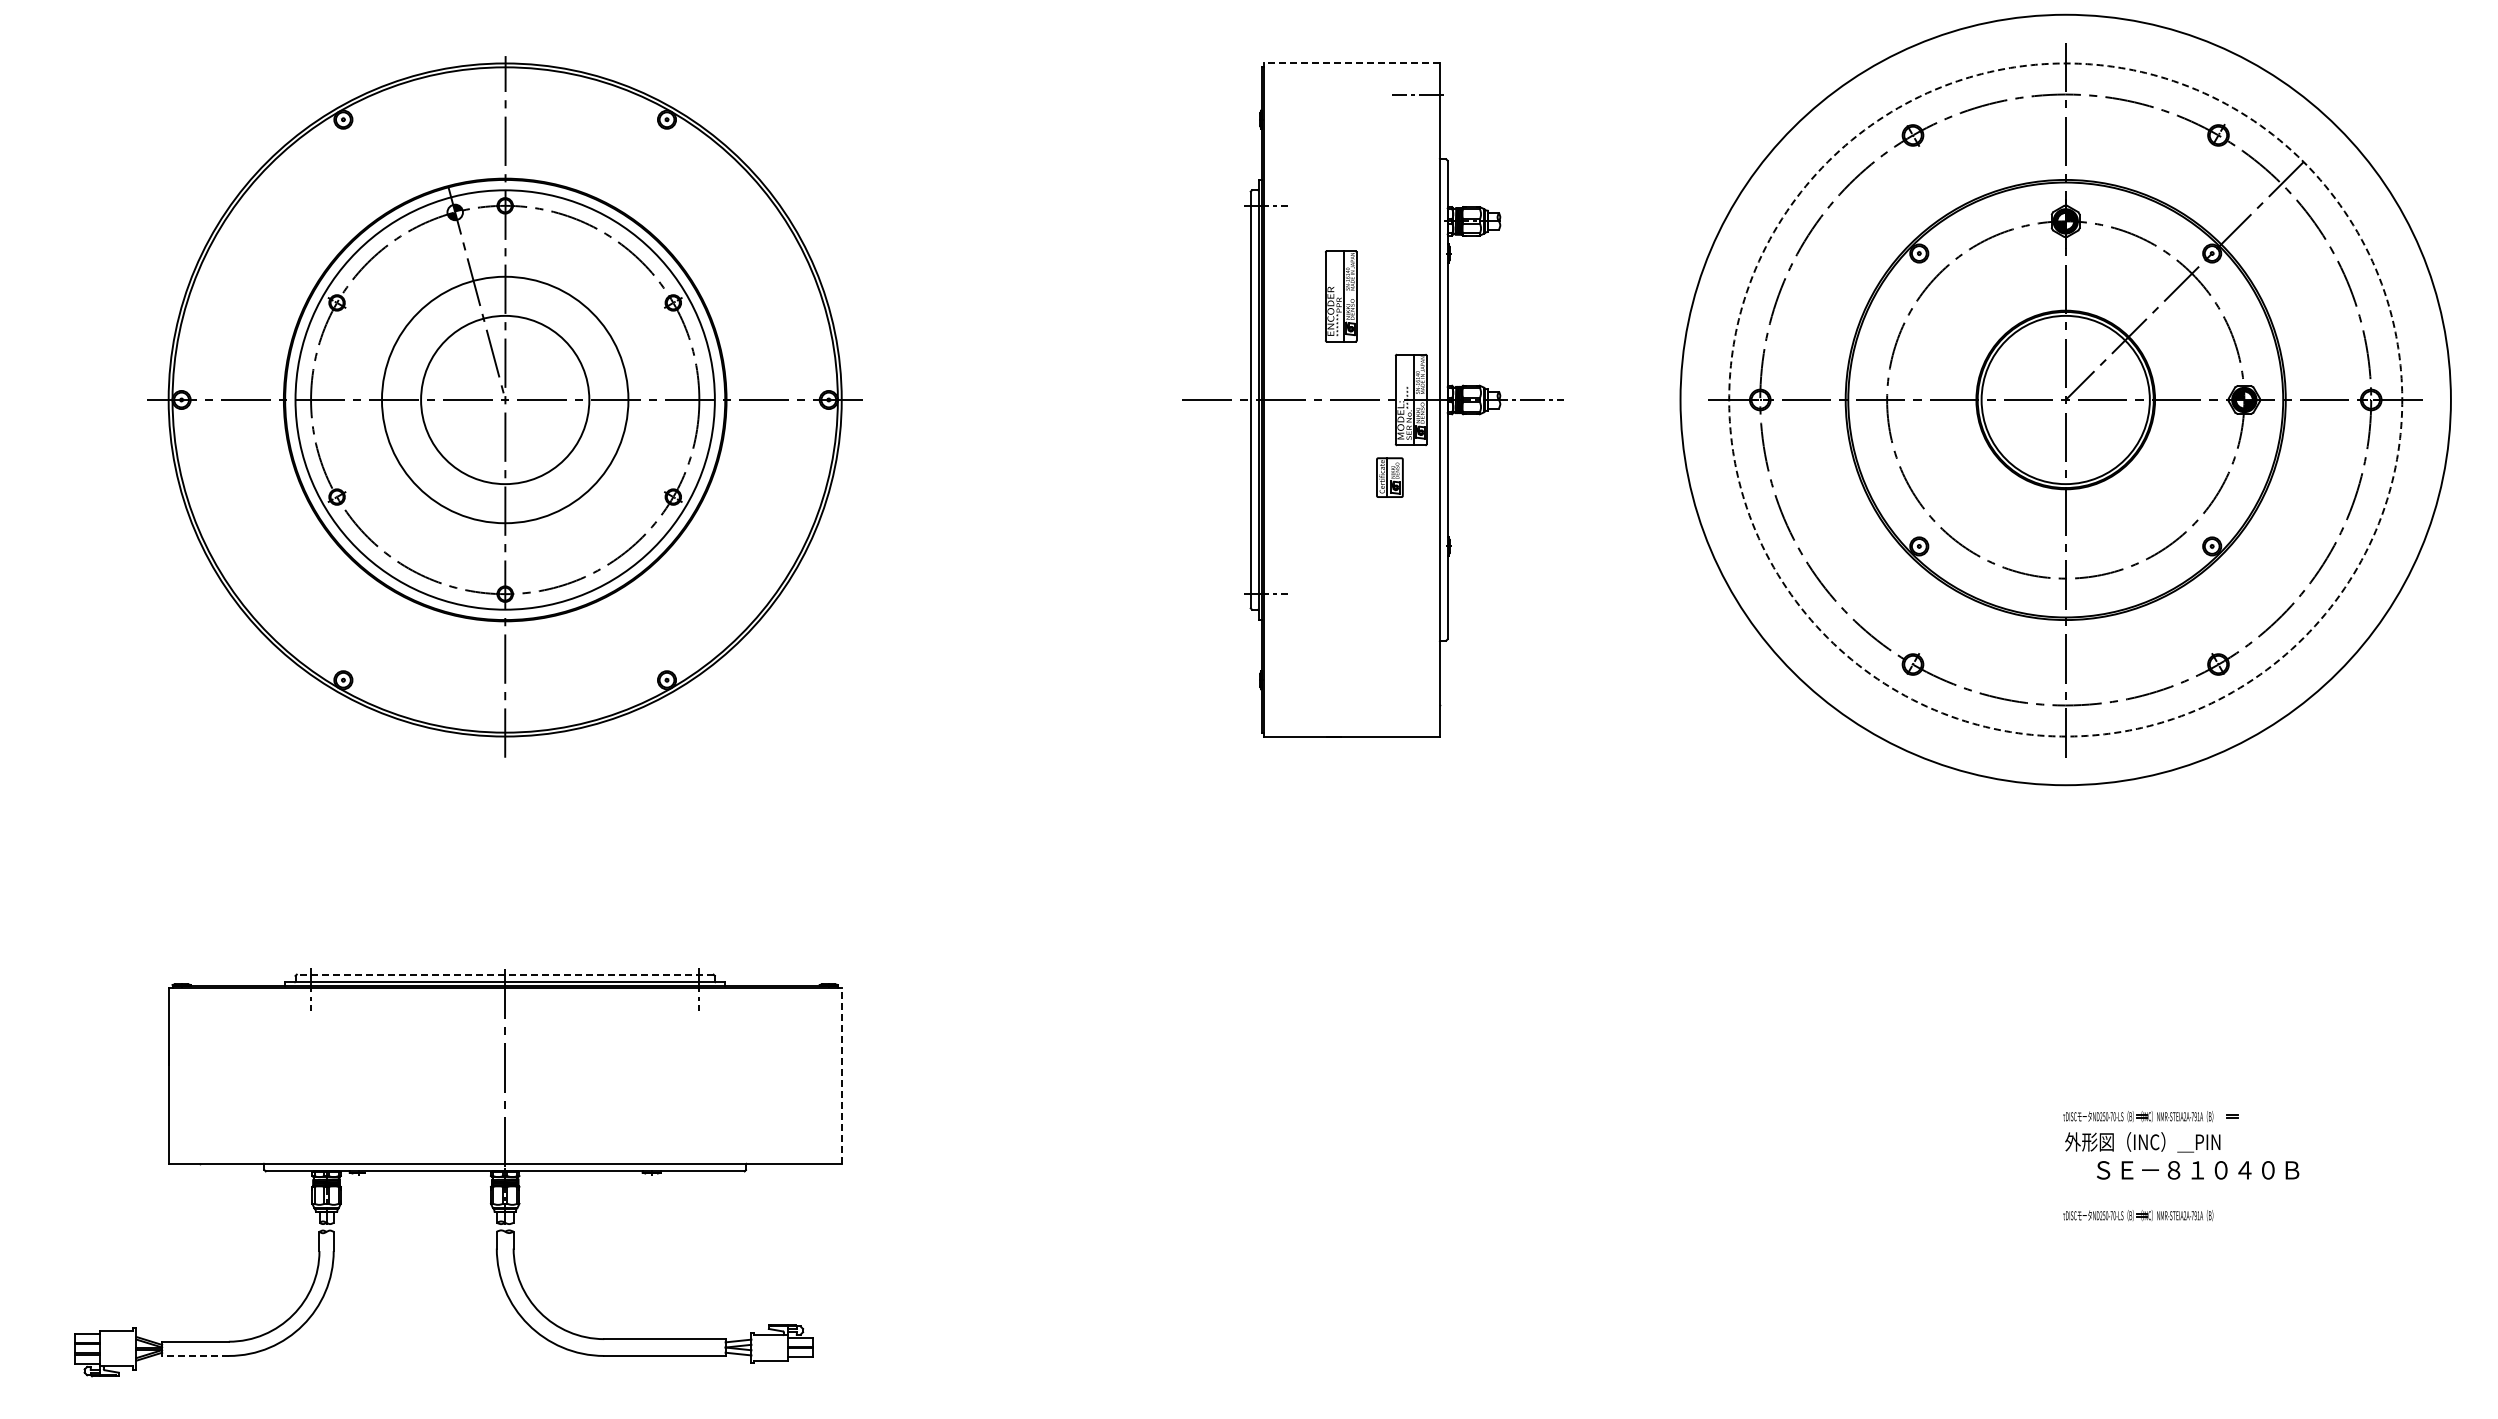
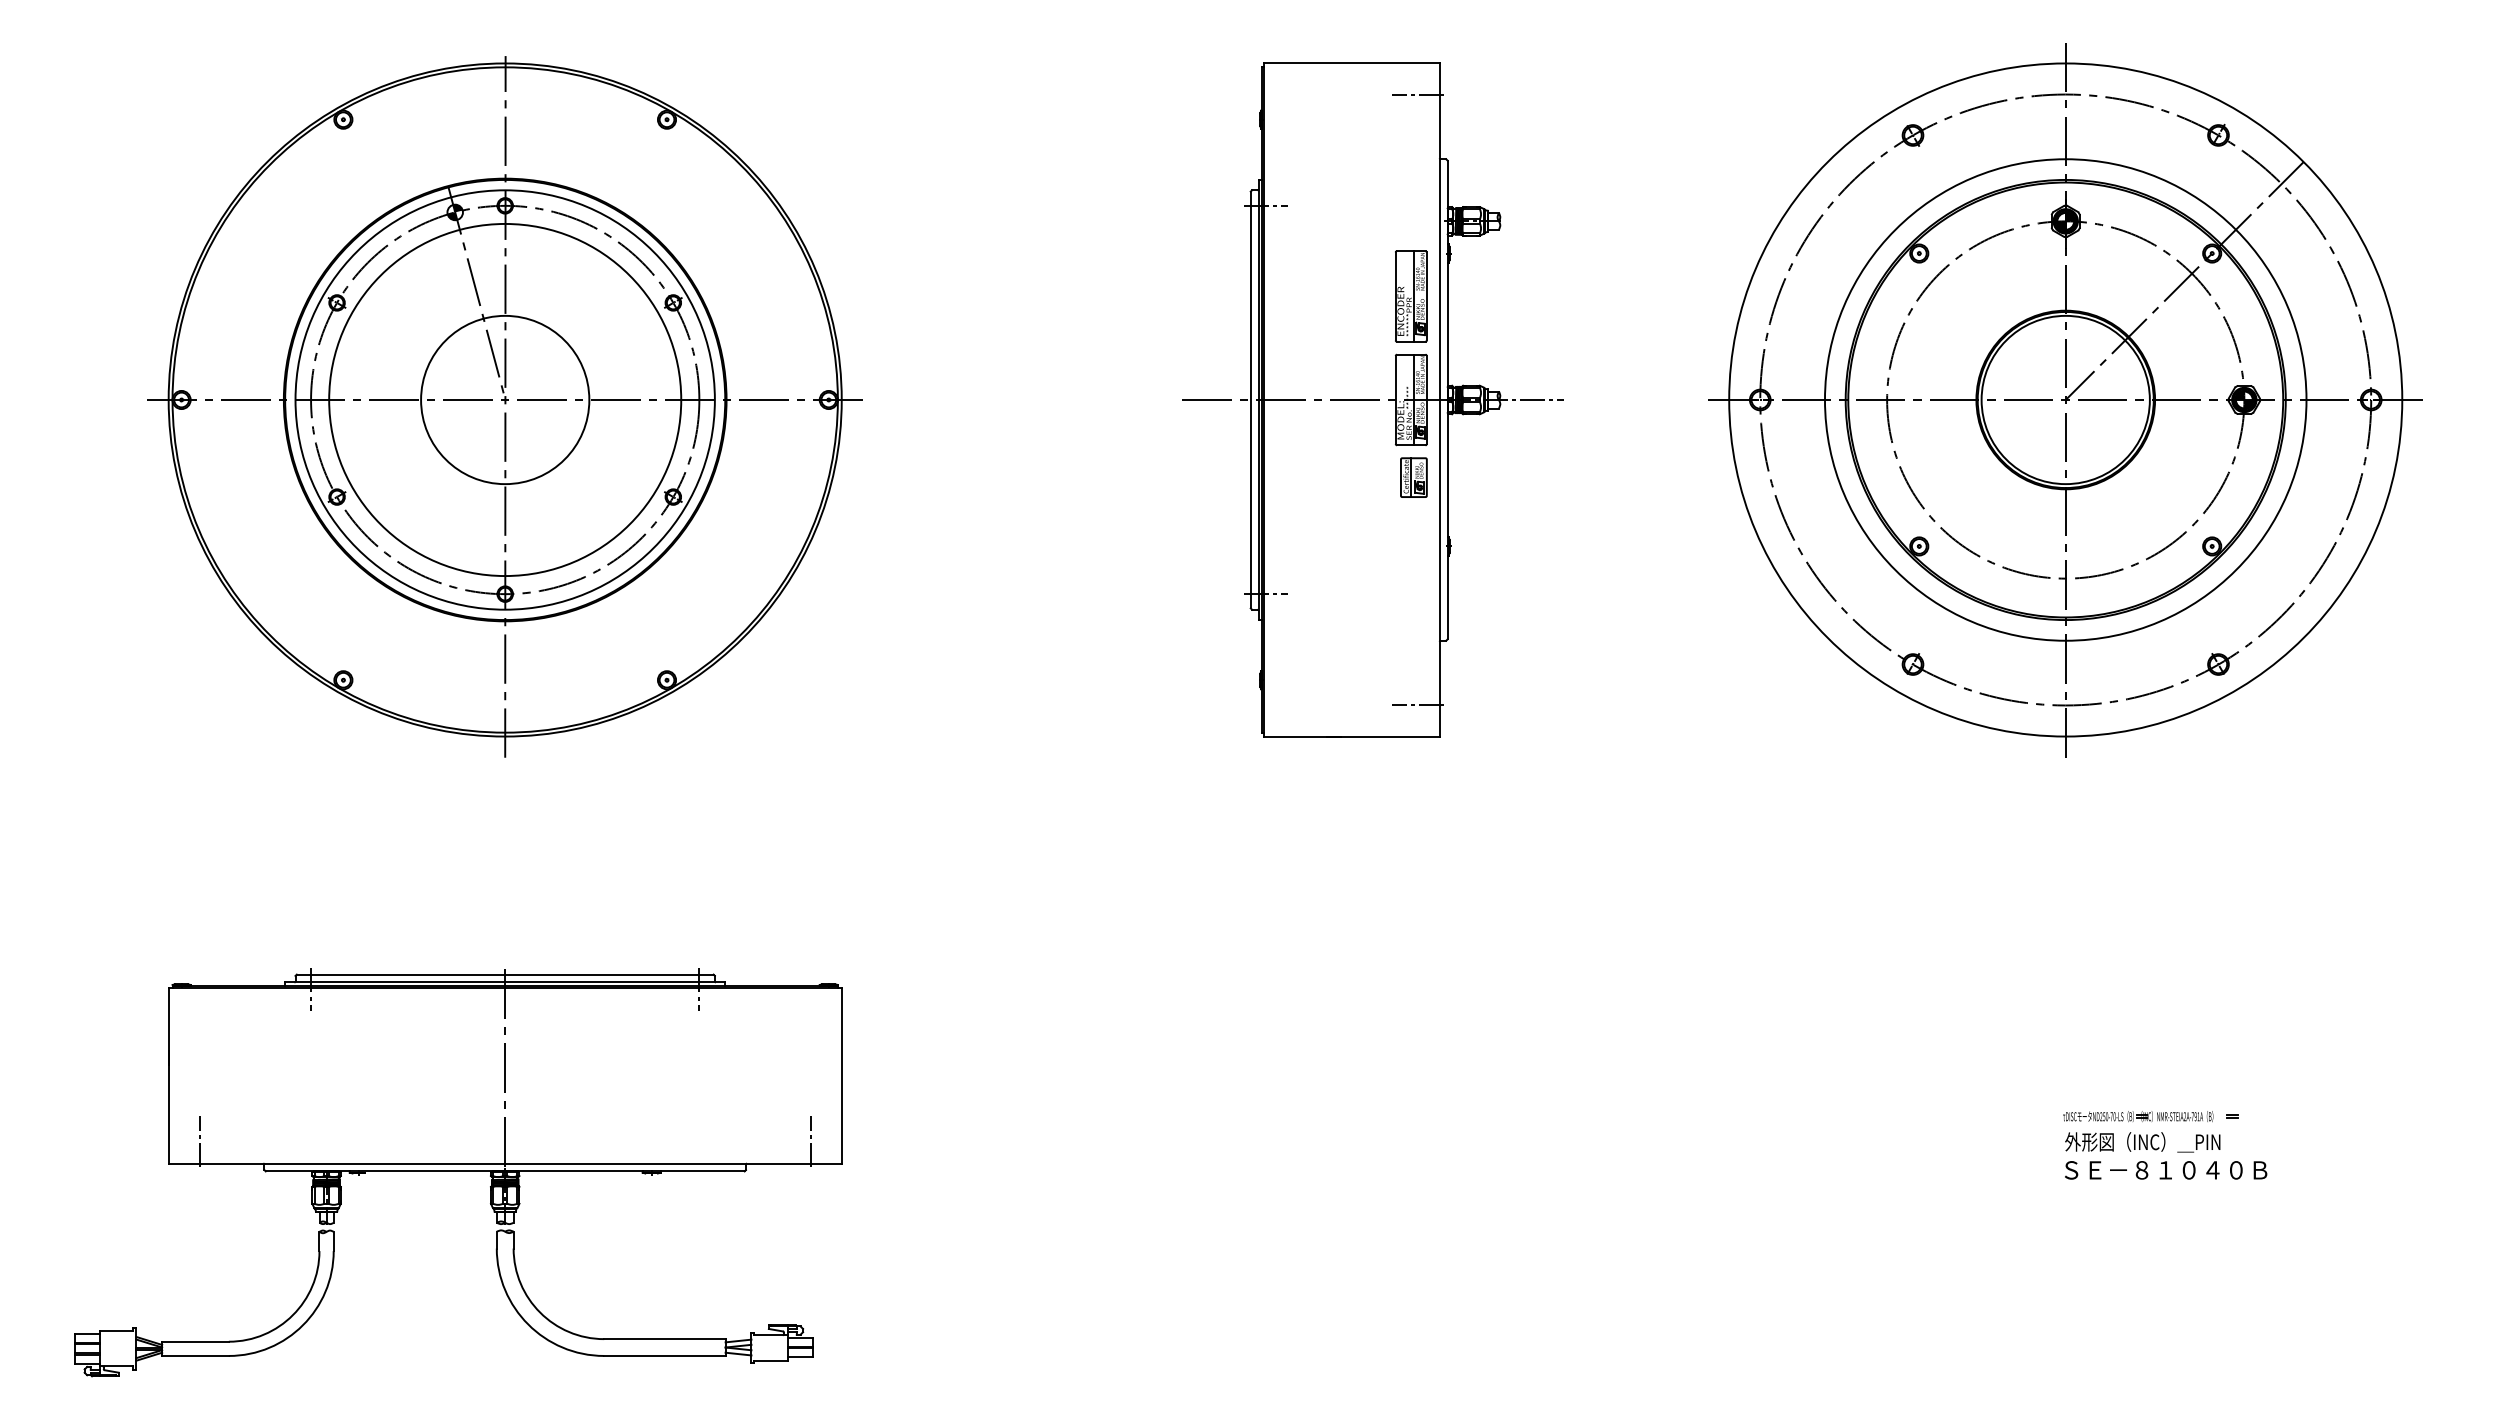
line at (1351, 63): dashed -> solid
part at (1341, 296) position: (1341, 296) -> (1411, 296)
circle at (504, 399) diameter: 246 px -> 352 px
circle at (2065, 399) diameter: 770 px -> 482 px
circle at (2065, 399): dashed -> solid
part at (1389, 477) position: (1389, 477) -> (1413, 477)
line at (1417, 705): none -> present
line at (504, 974): dashed -> solid
line at (841, 1075): dashed -> solid
line at (199, 1141): none -> present
line at (810, 1141): none -> present
text at (2198, 1170) position: (2198, 1170) -> (2166, 1170)
part at (2138, 1215): present -> none
line at (195, 1355): dashed -> solid
